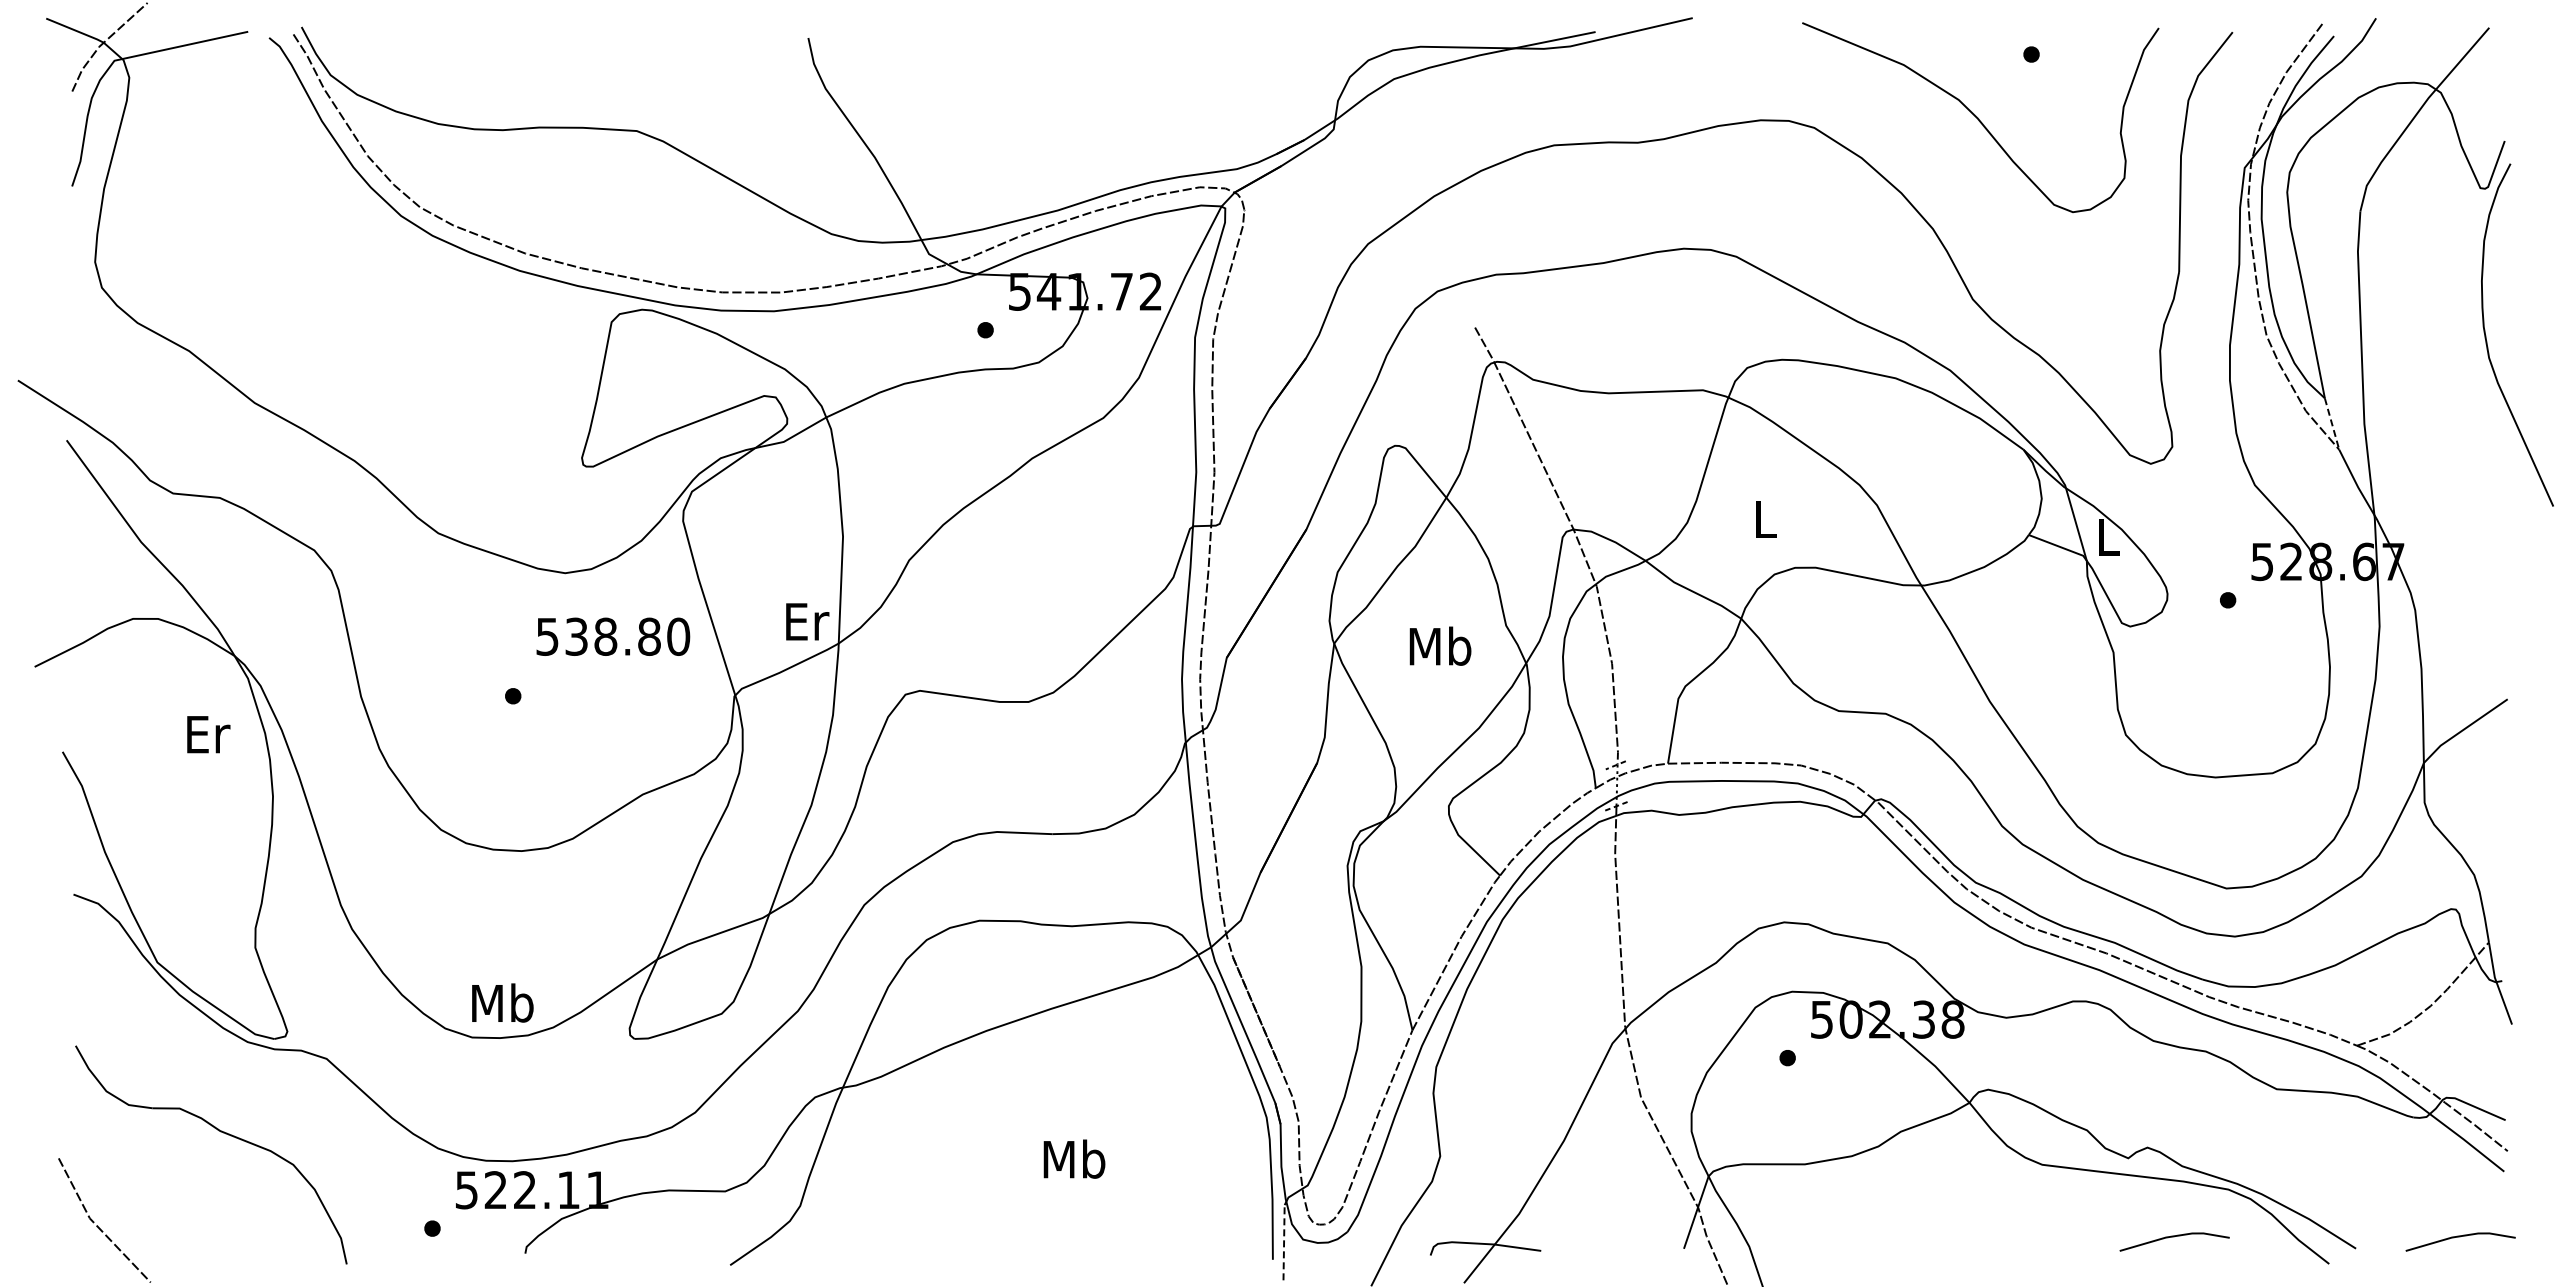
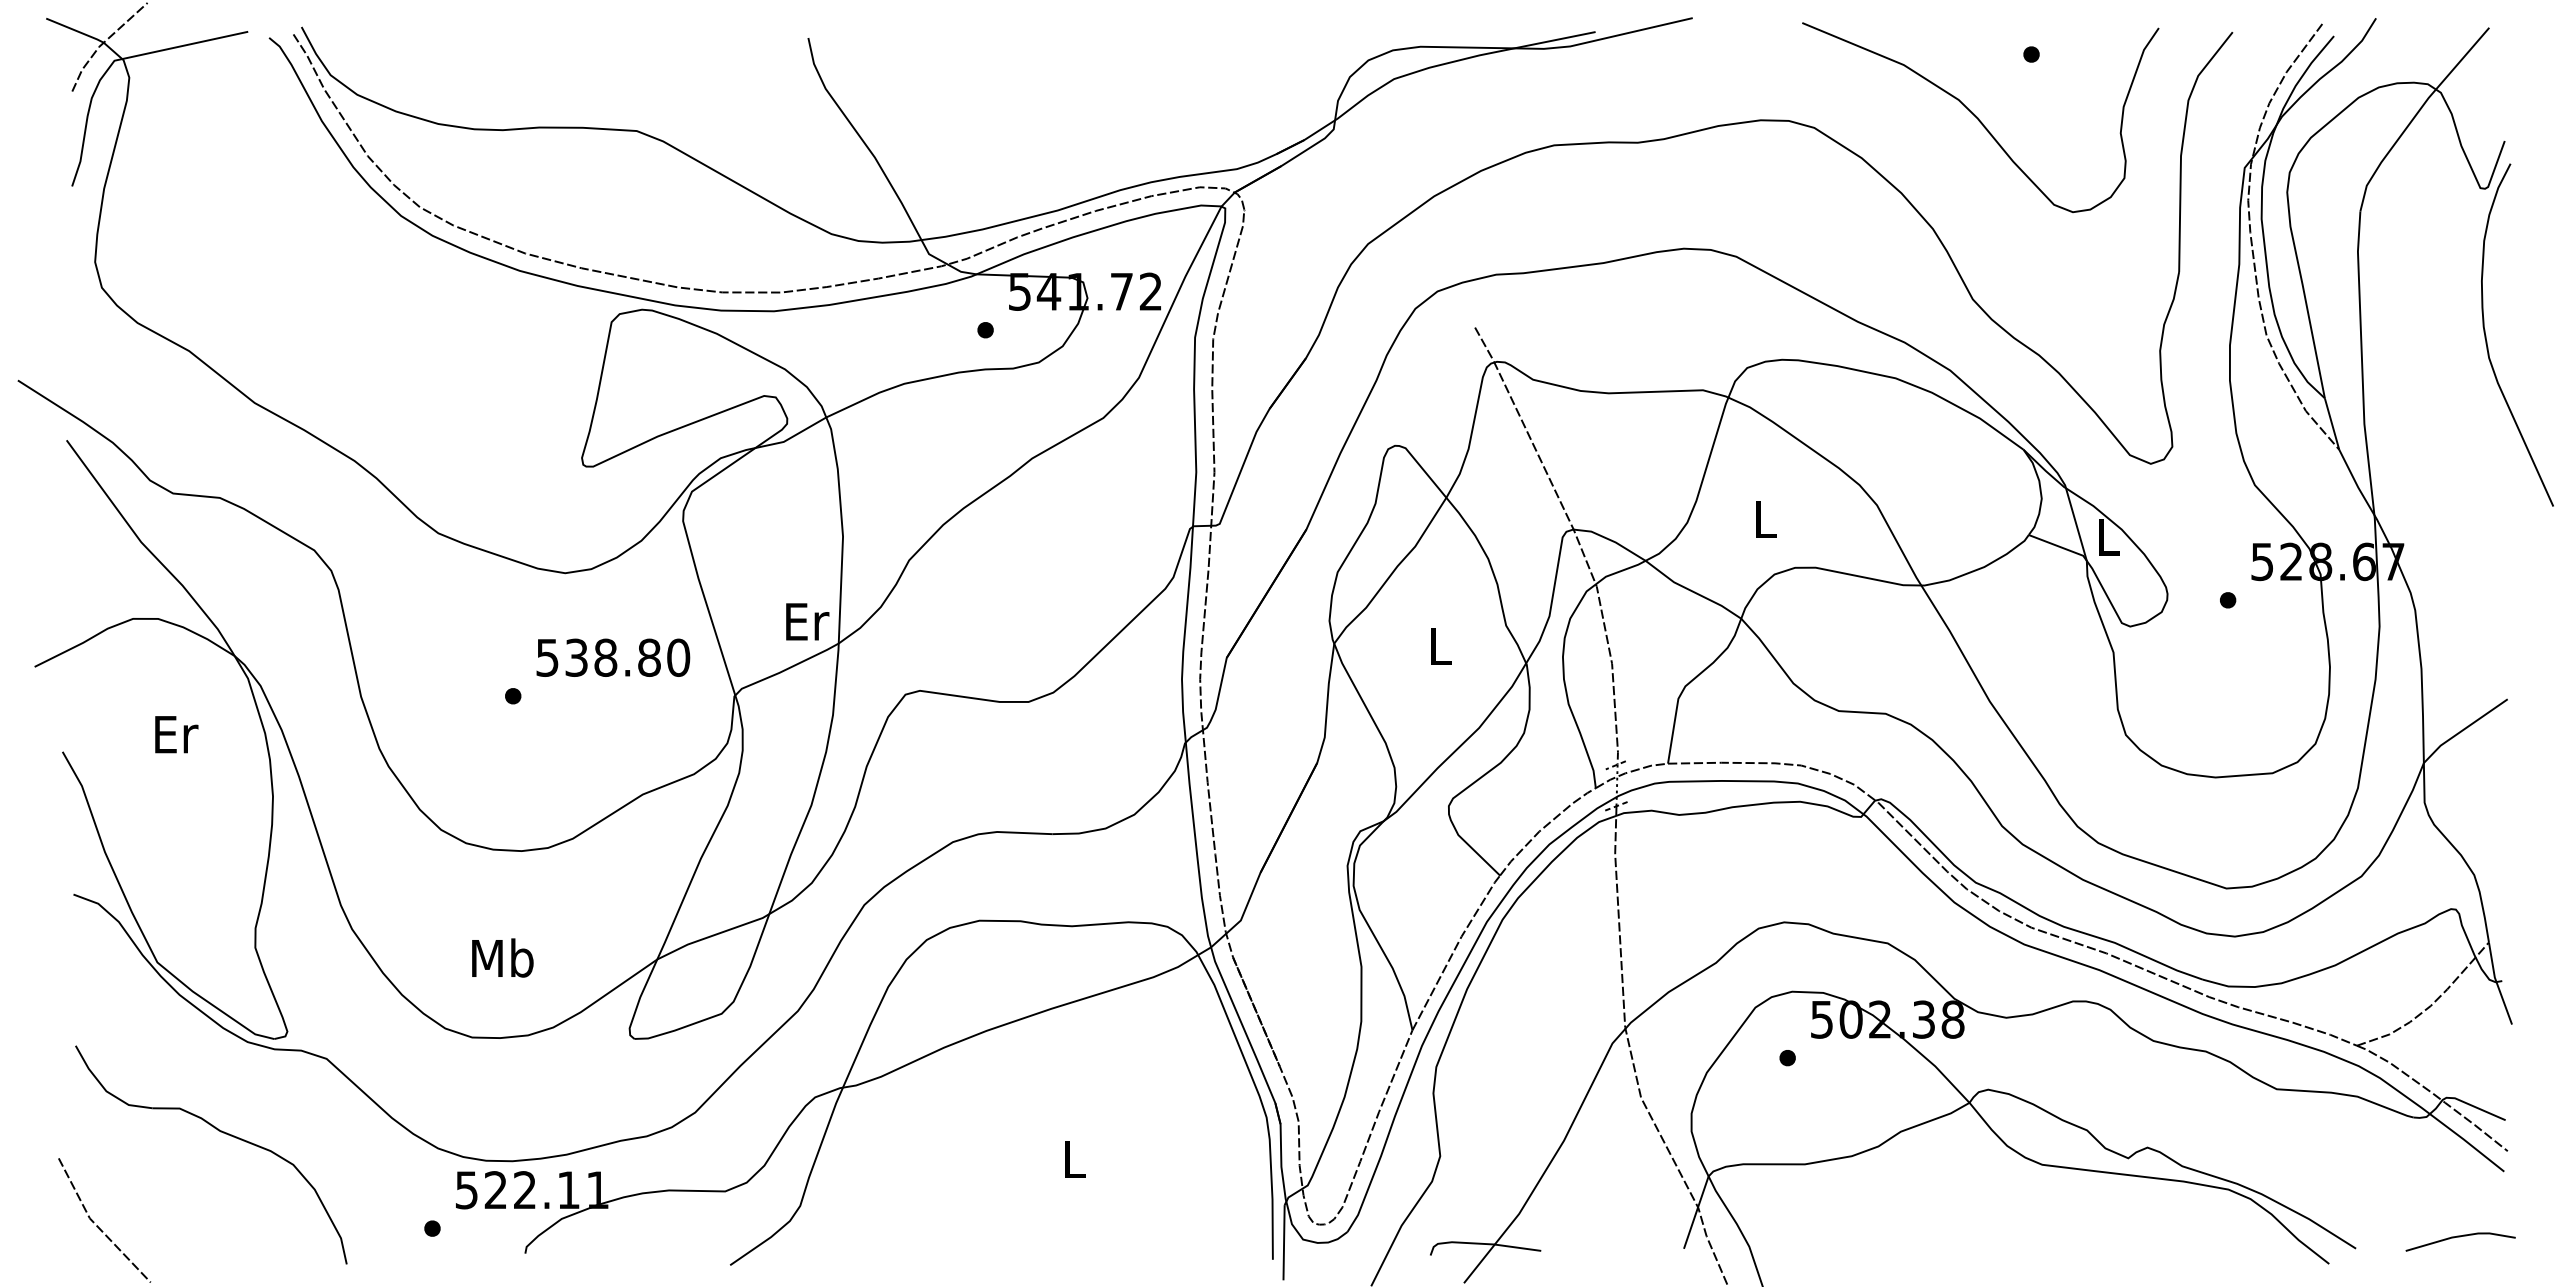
line at (2332, 424): dashed -> solid
text at (613, 636) position: (613, 636) -> (613, 657)
text at (1440, 645): Mb -> L
text at (208, 734) position: (208, 734) -> (176, 734)
text at (502, 1002) position: (502, 1002) -> (502, 957)
text at (1074, 1158): Mb -> L
line at (2174, 1237): present -> none
line at (1284, 1242): dashed -> solid
